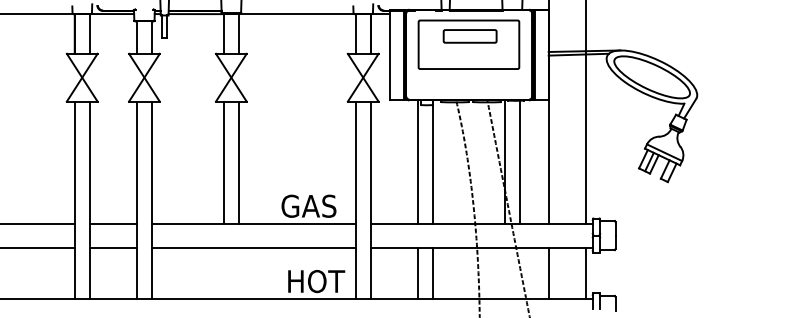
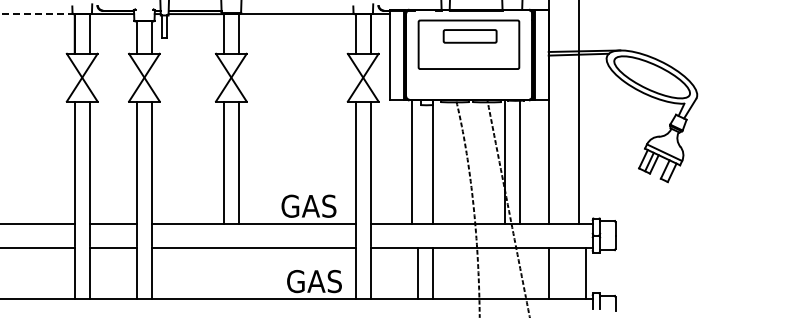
line at (37, 14): solid -> dashed
line at (586, 112) position: (586, 112) -> (579, 112)
line at (417, 161) position: (417, 161) -> (411, 161)
text at (316, 281): HOT -> GAS
